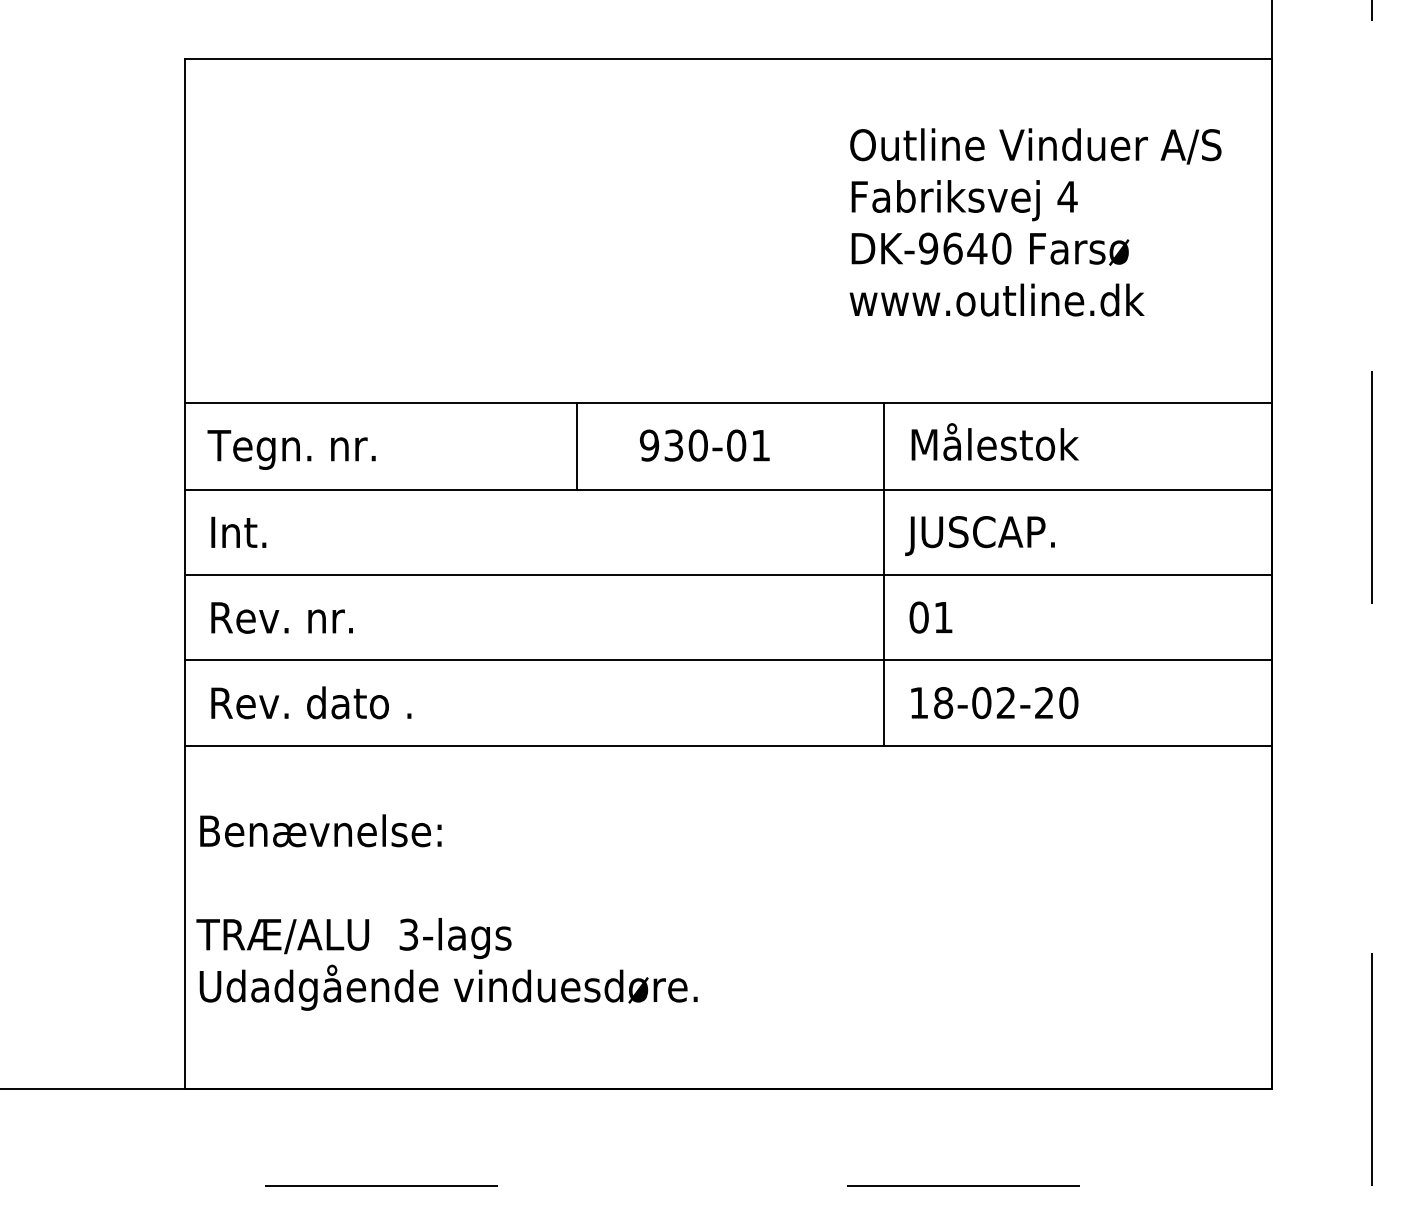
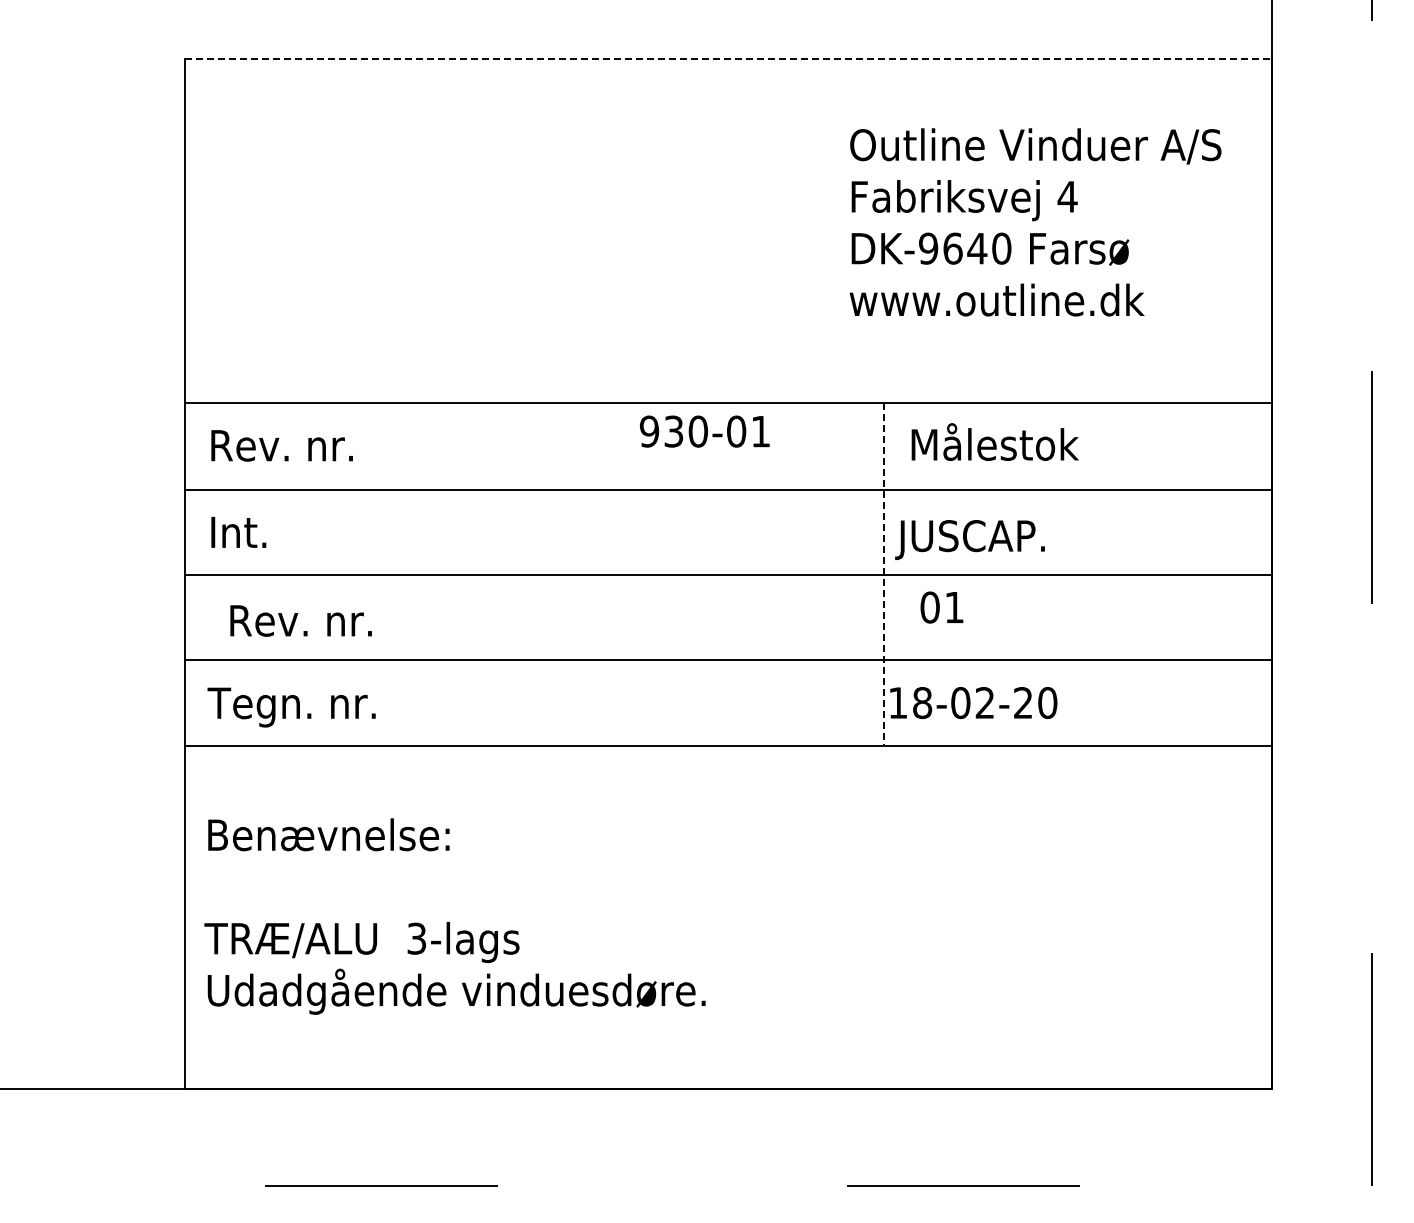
line at (728, 59): solid -> dashed
line at (576, 445): present -> none
text at (704, 445) position: (704, 445) -> (704, 431)
text at (291, 449): Tegn. nr. -> Rev. nr.
text at (979, 535) position: (979, 535) -> (969, 539)
line at (883, 574): solid -> dashed
text at (281, 617) position: (281, 617) -> (300, 620)
text at (930, 617) position: (930, 617) -> (941, 607)
text at (994, 703) position: (994, 703) -> (973, 703)
text at (309, 706): Rev. dato . -> Tegn. nr.
text at (446, 912) position: (446, 912) -> (454, 916)
